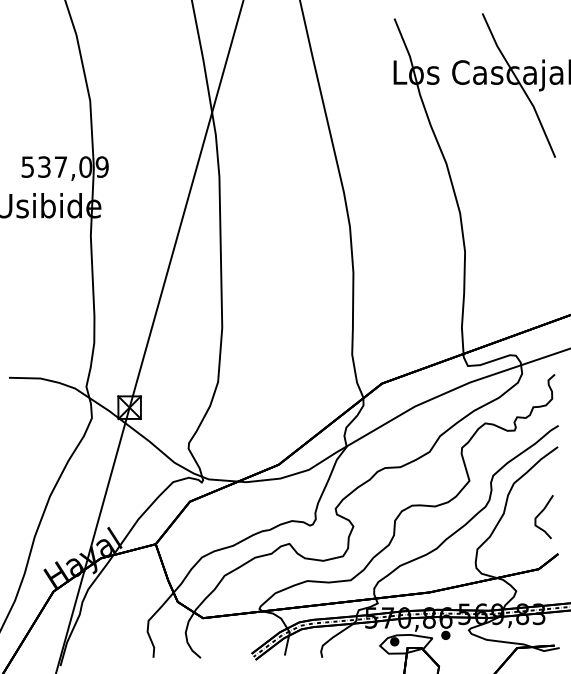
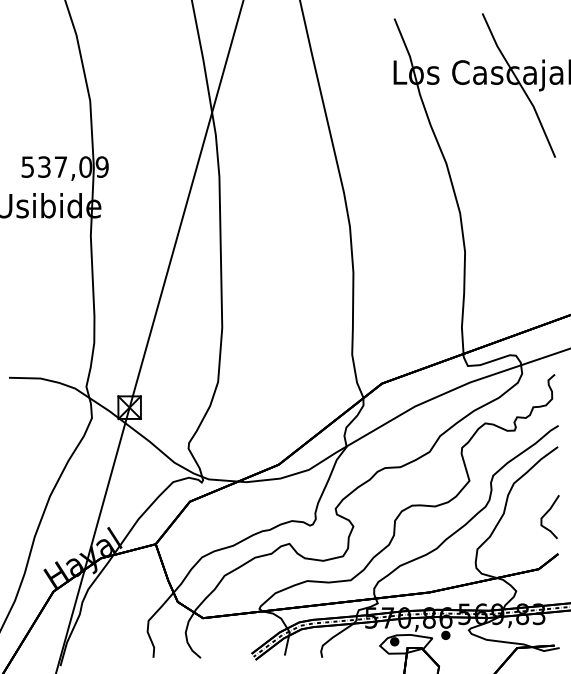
curve at (540, 514) position: (540, 514) -> (546, 514)
